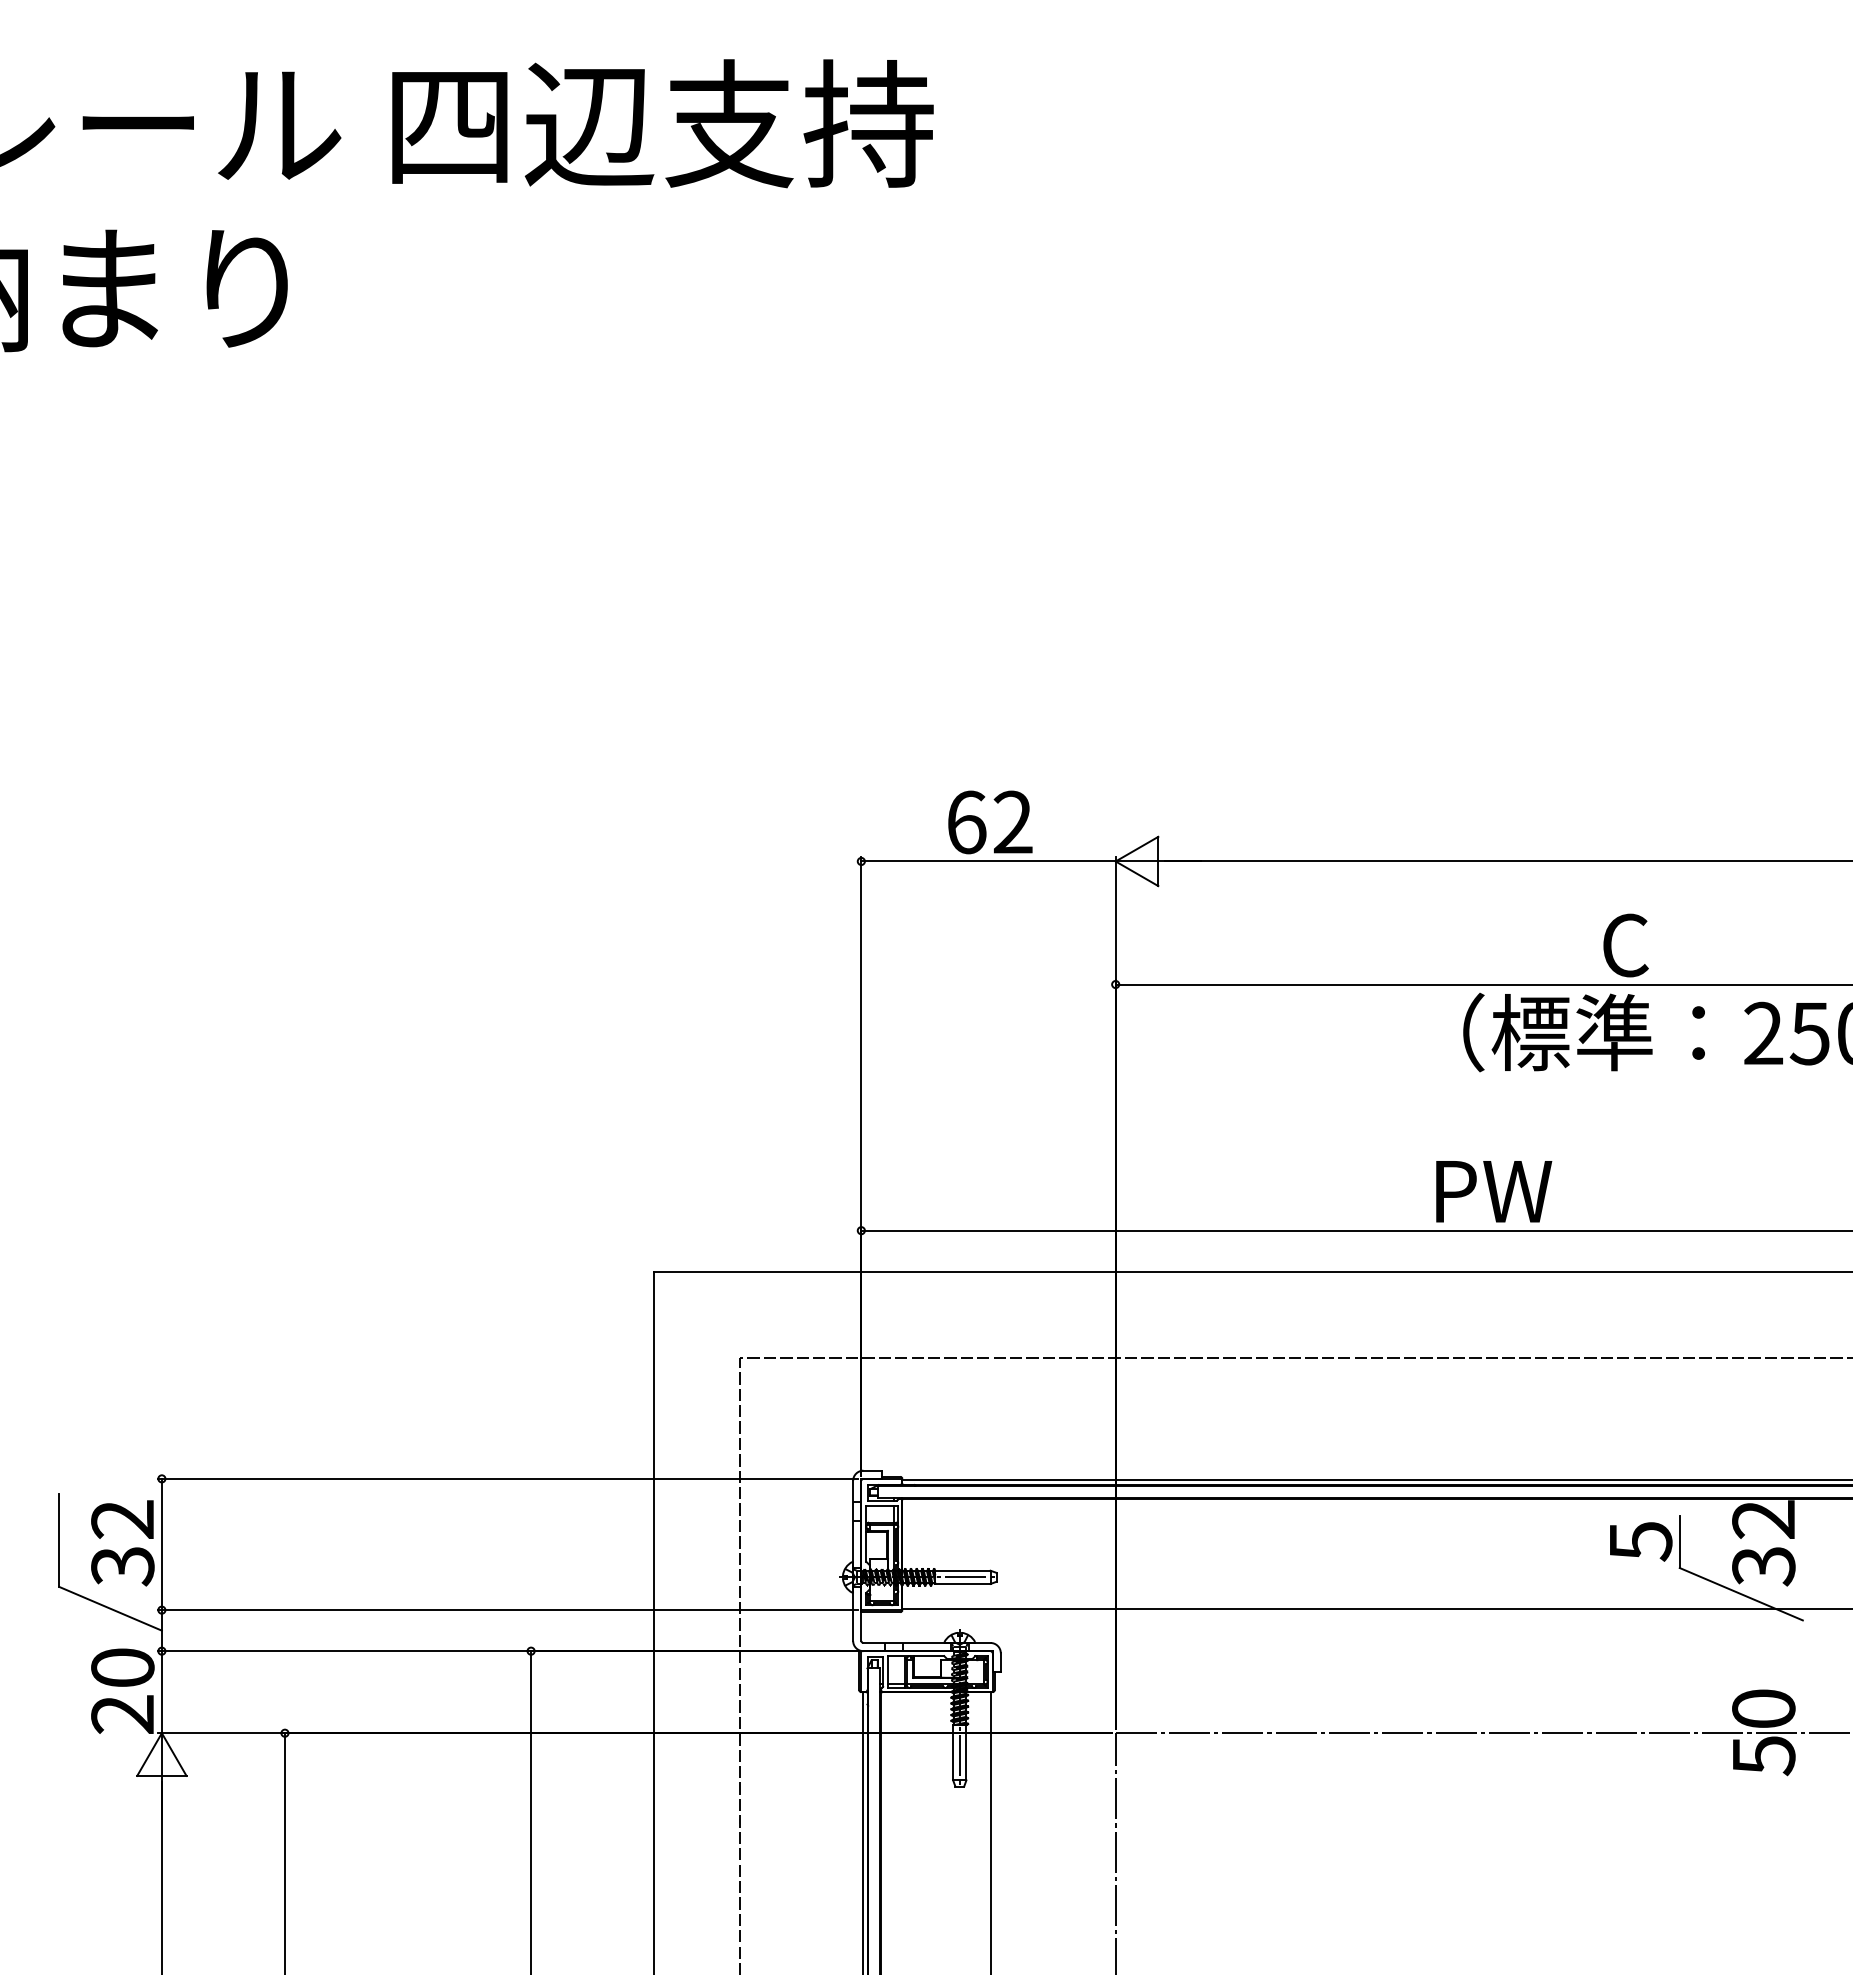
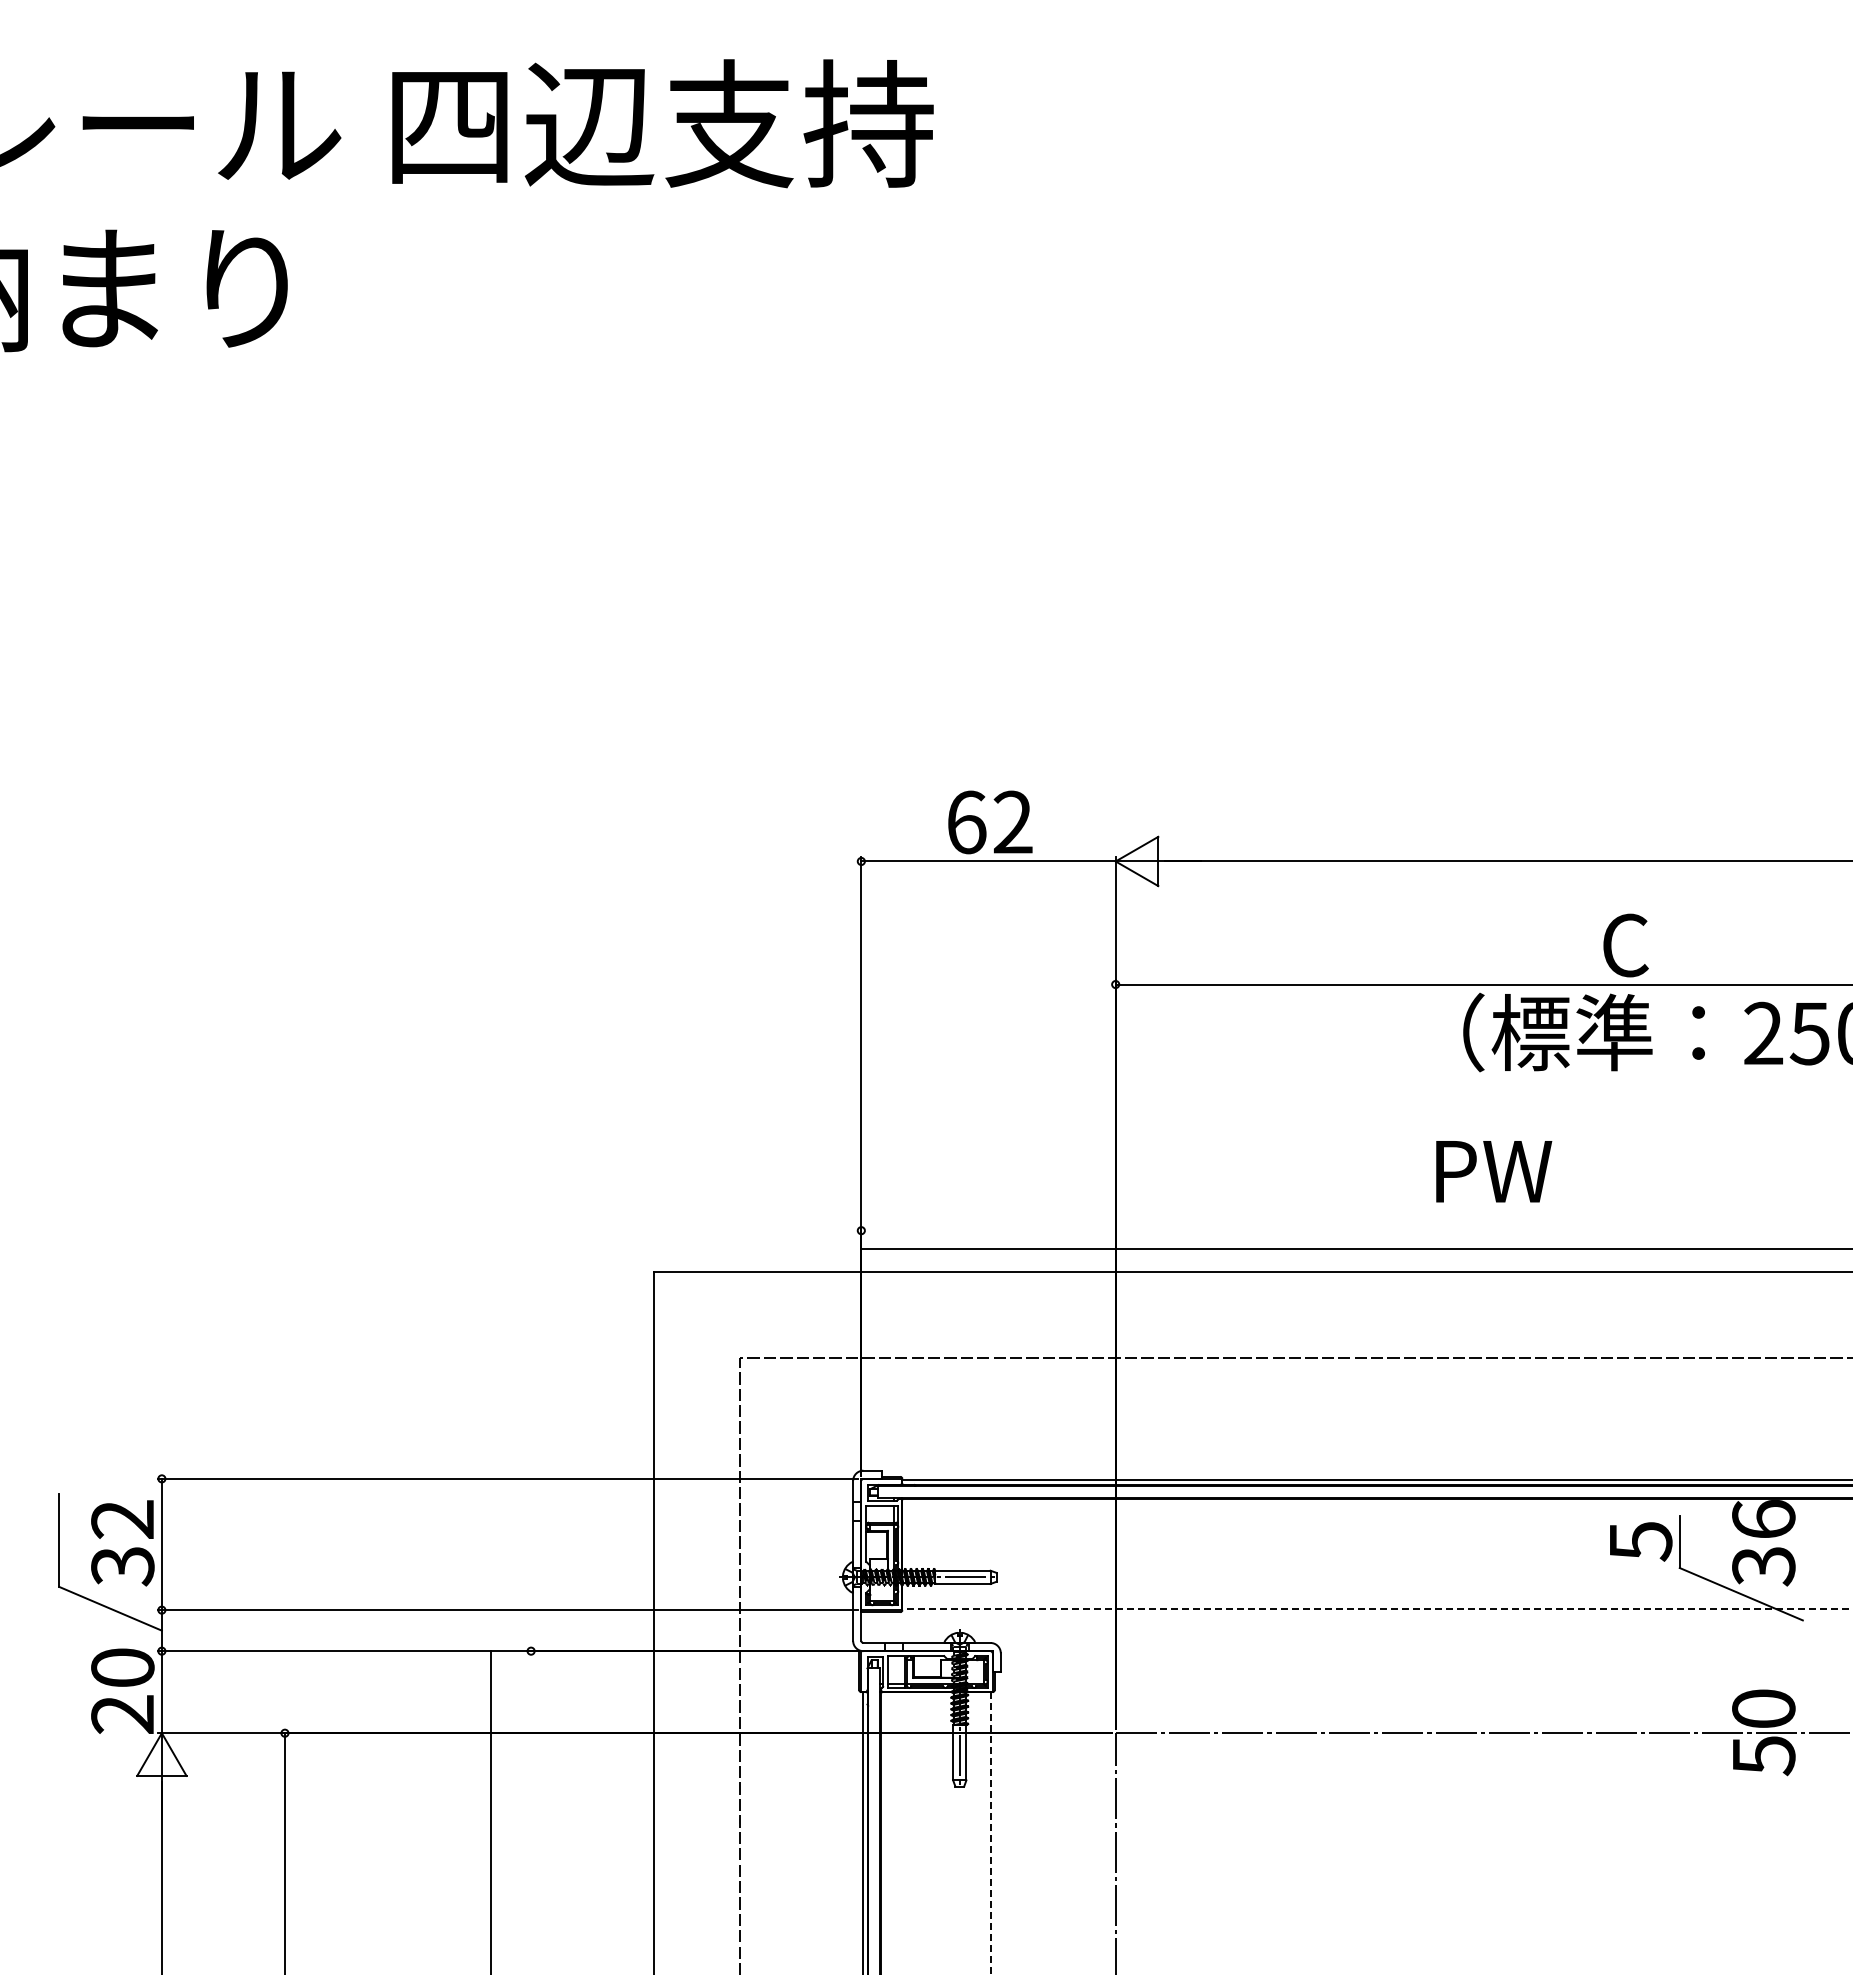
text at (1494, 1191) position: (1494, 1191) -> (1494, 1171)
line at (1355, 1230) position: (1355, 1230) -> (1355, 1248)
text at (1763, 1519): 32 -> 36
line at (1377, 1608): solid -> dashed
line at (531, 1811) position: (531, 1811) -> (491, 1811)
line at (991, 1834): solid -> dashed
